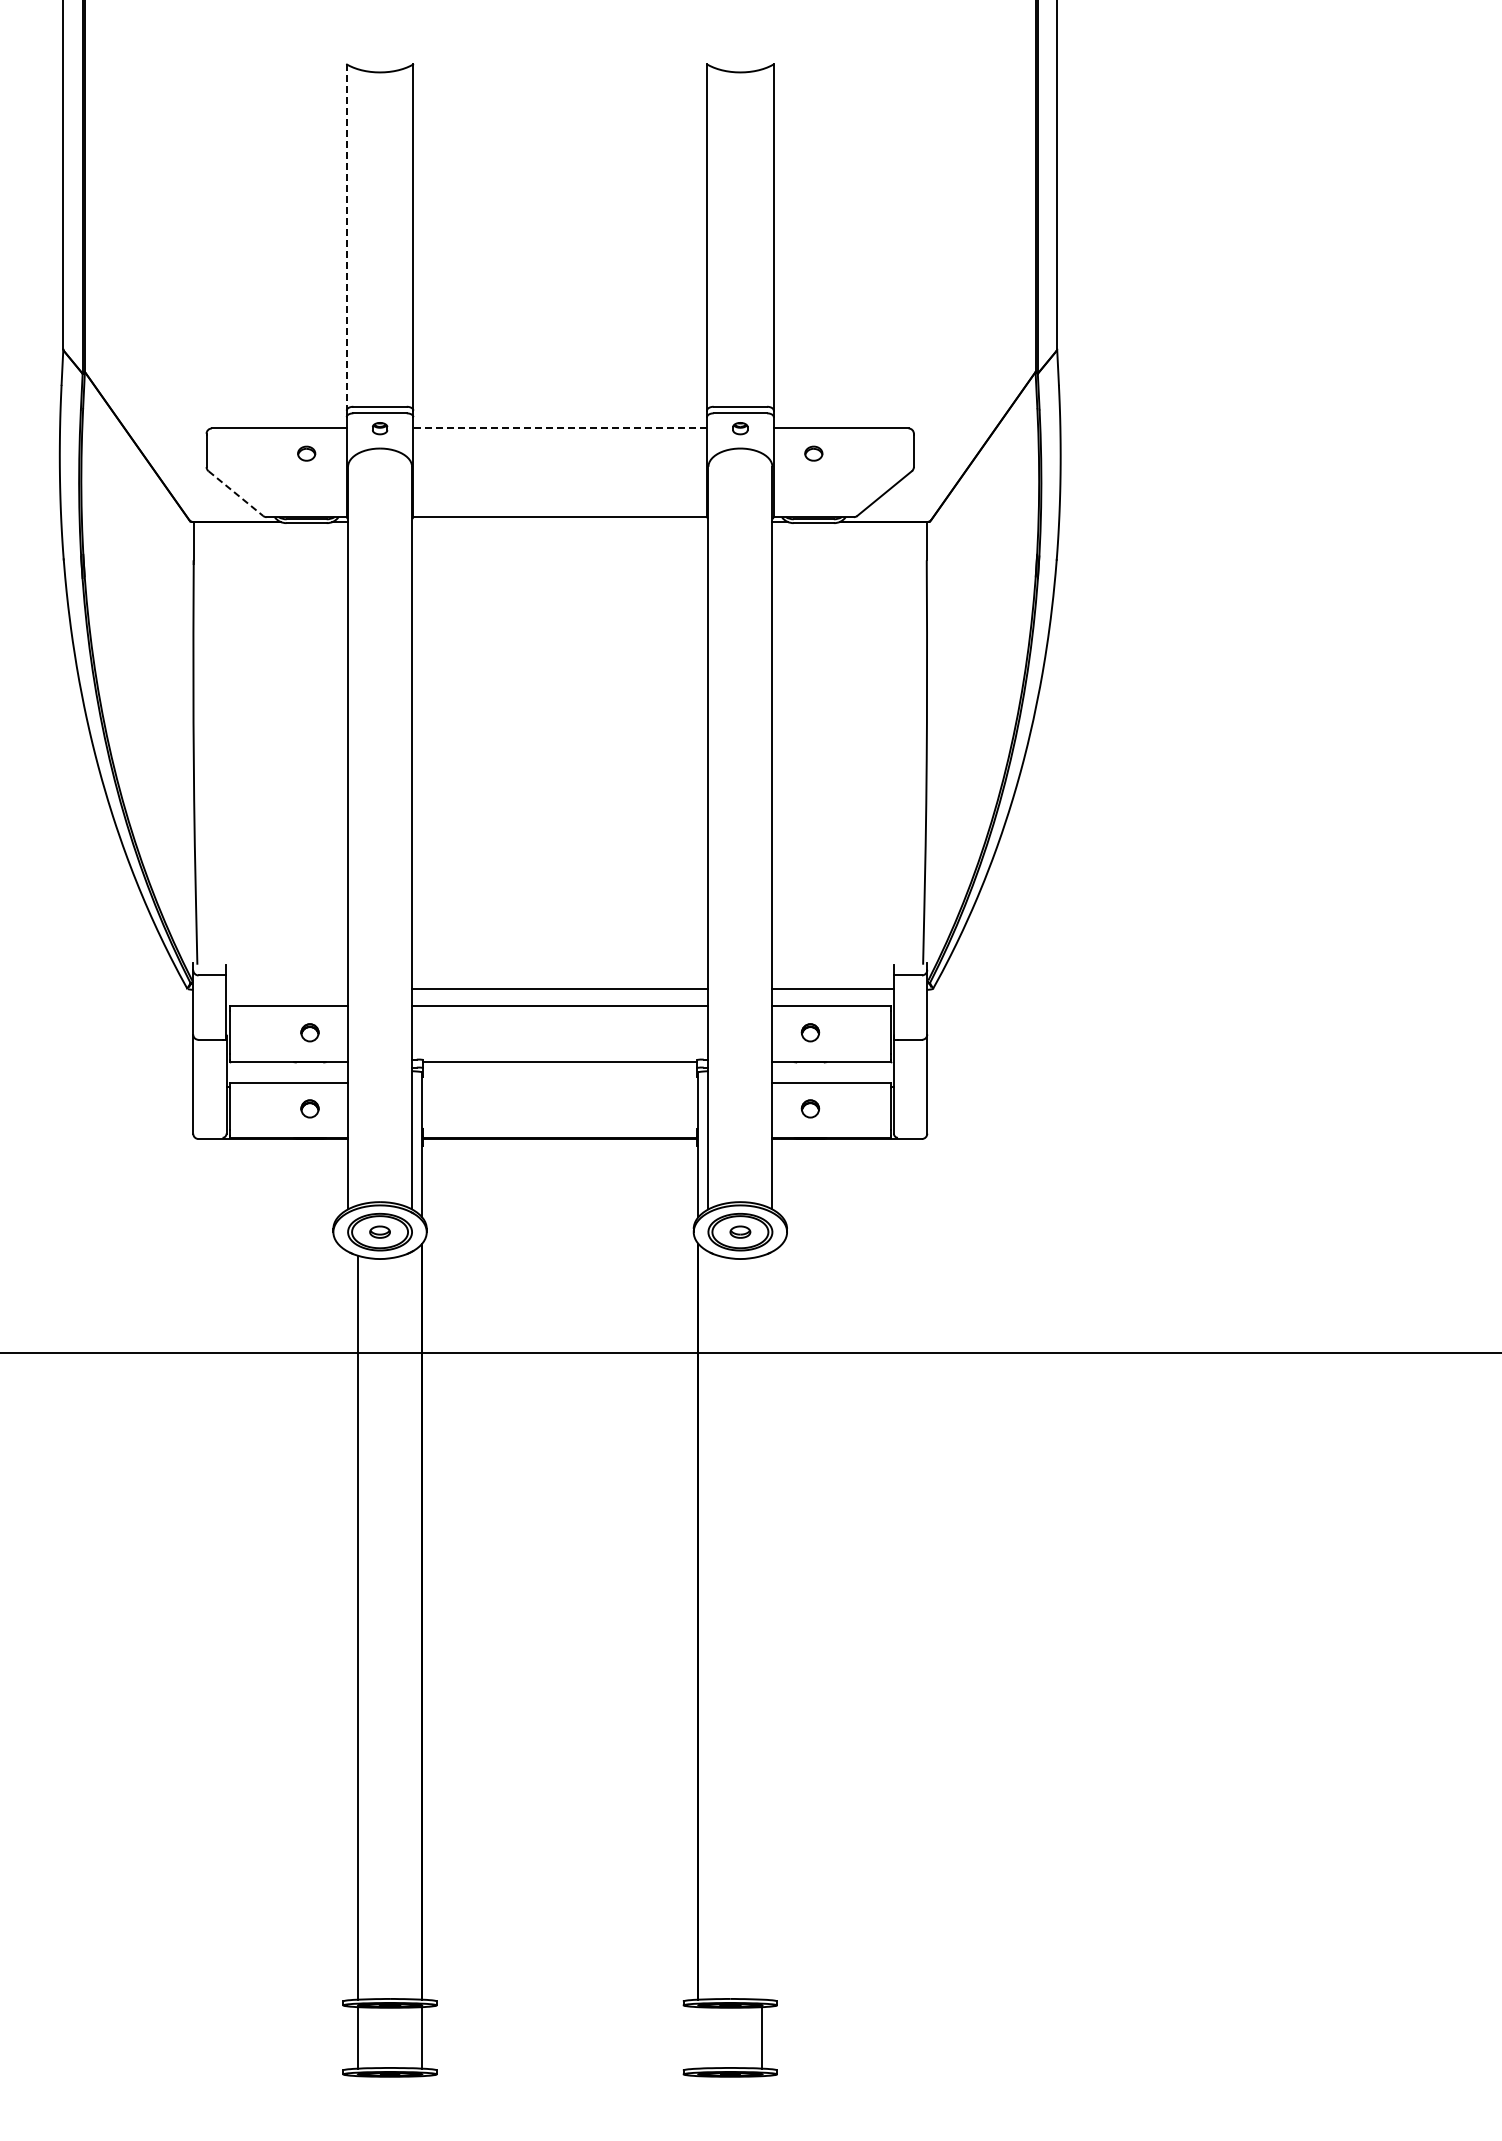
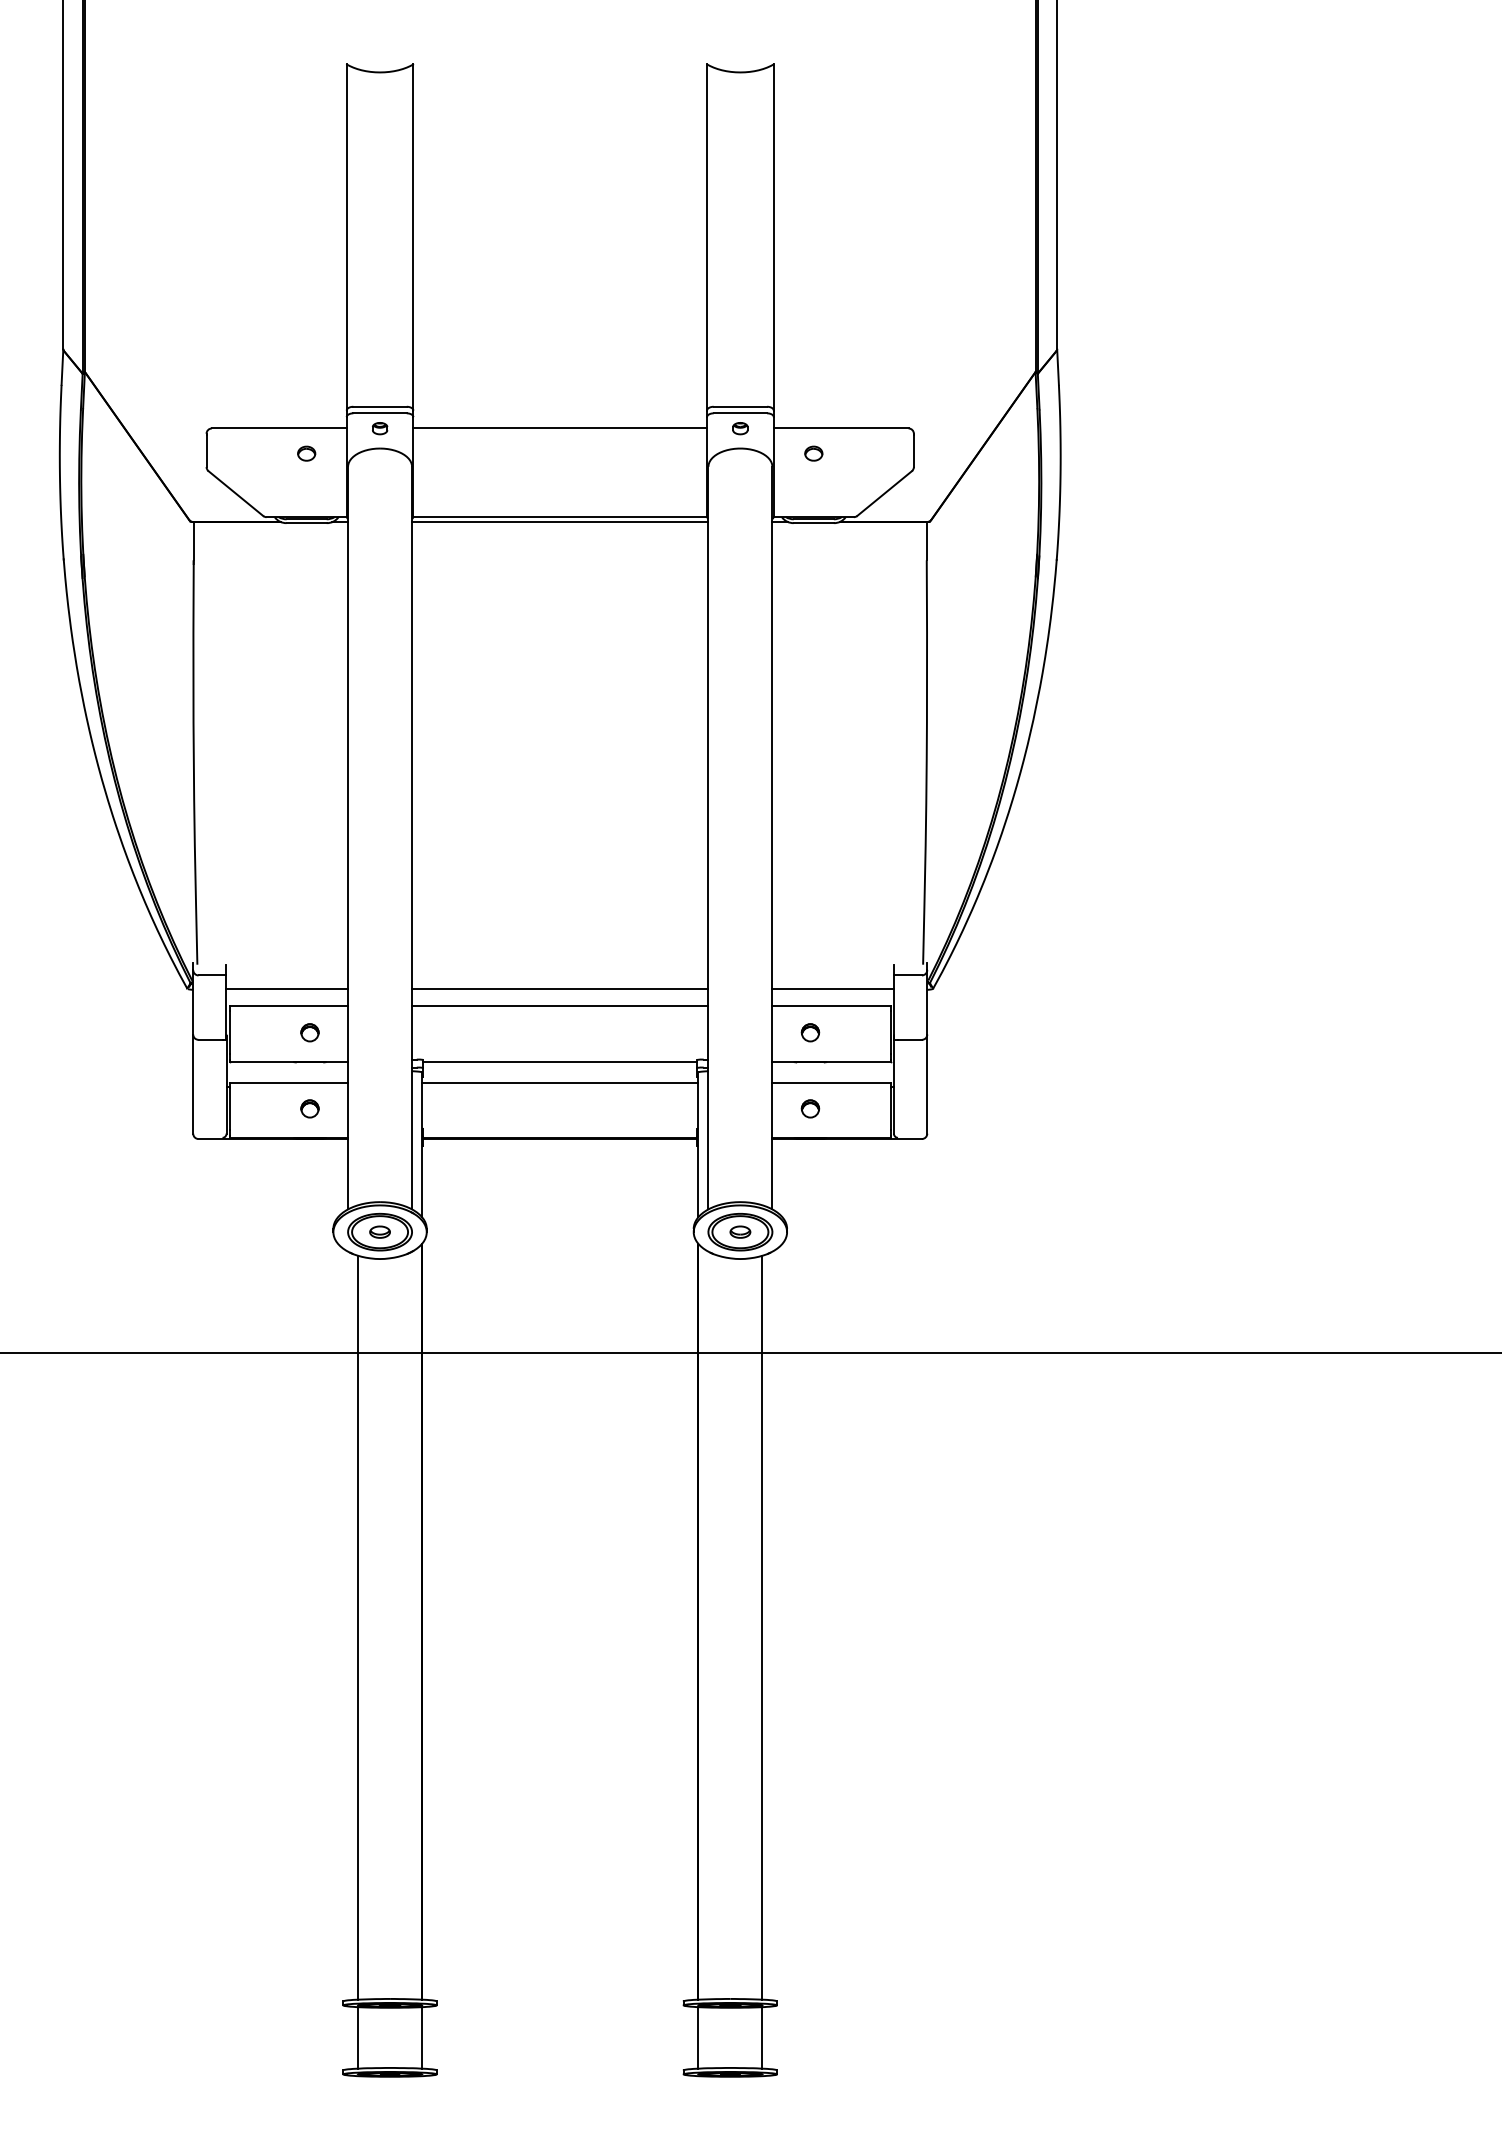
line at (346, 238): dashed -> solid
line at (560, 428): dashed -> solid
line at (236, 493): dashed -> solid
line at (560, 522): none -> present
line at (287, 989): none -> present
line at (560, 1082): none -> present
line at (762, 1627): none -> present
line at (698, 2037): none -> present
